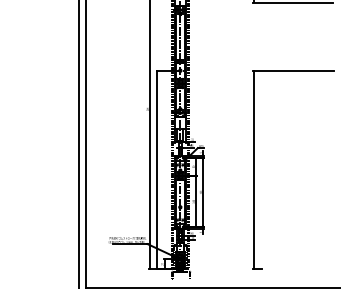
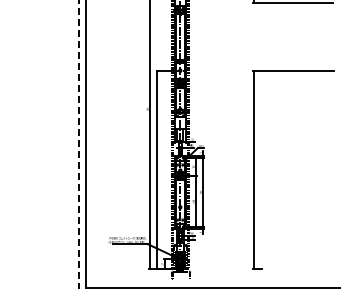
line at (78, 144): solid -> dashed
